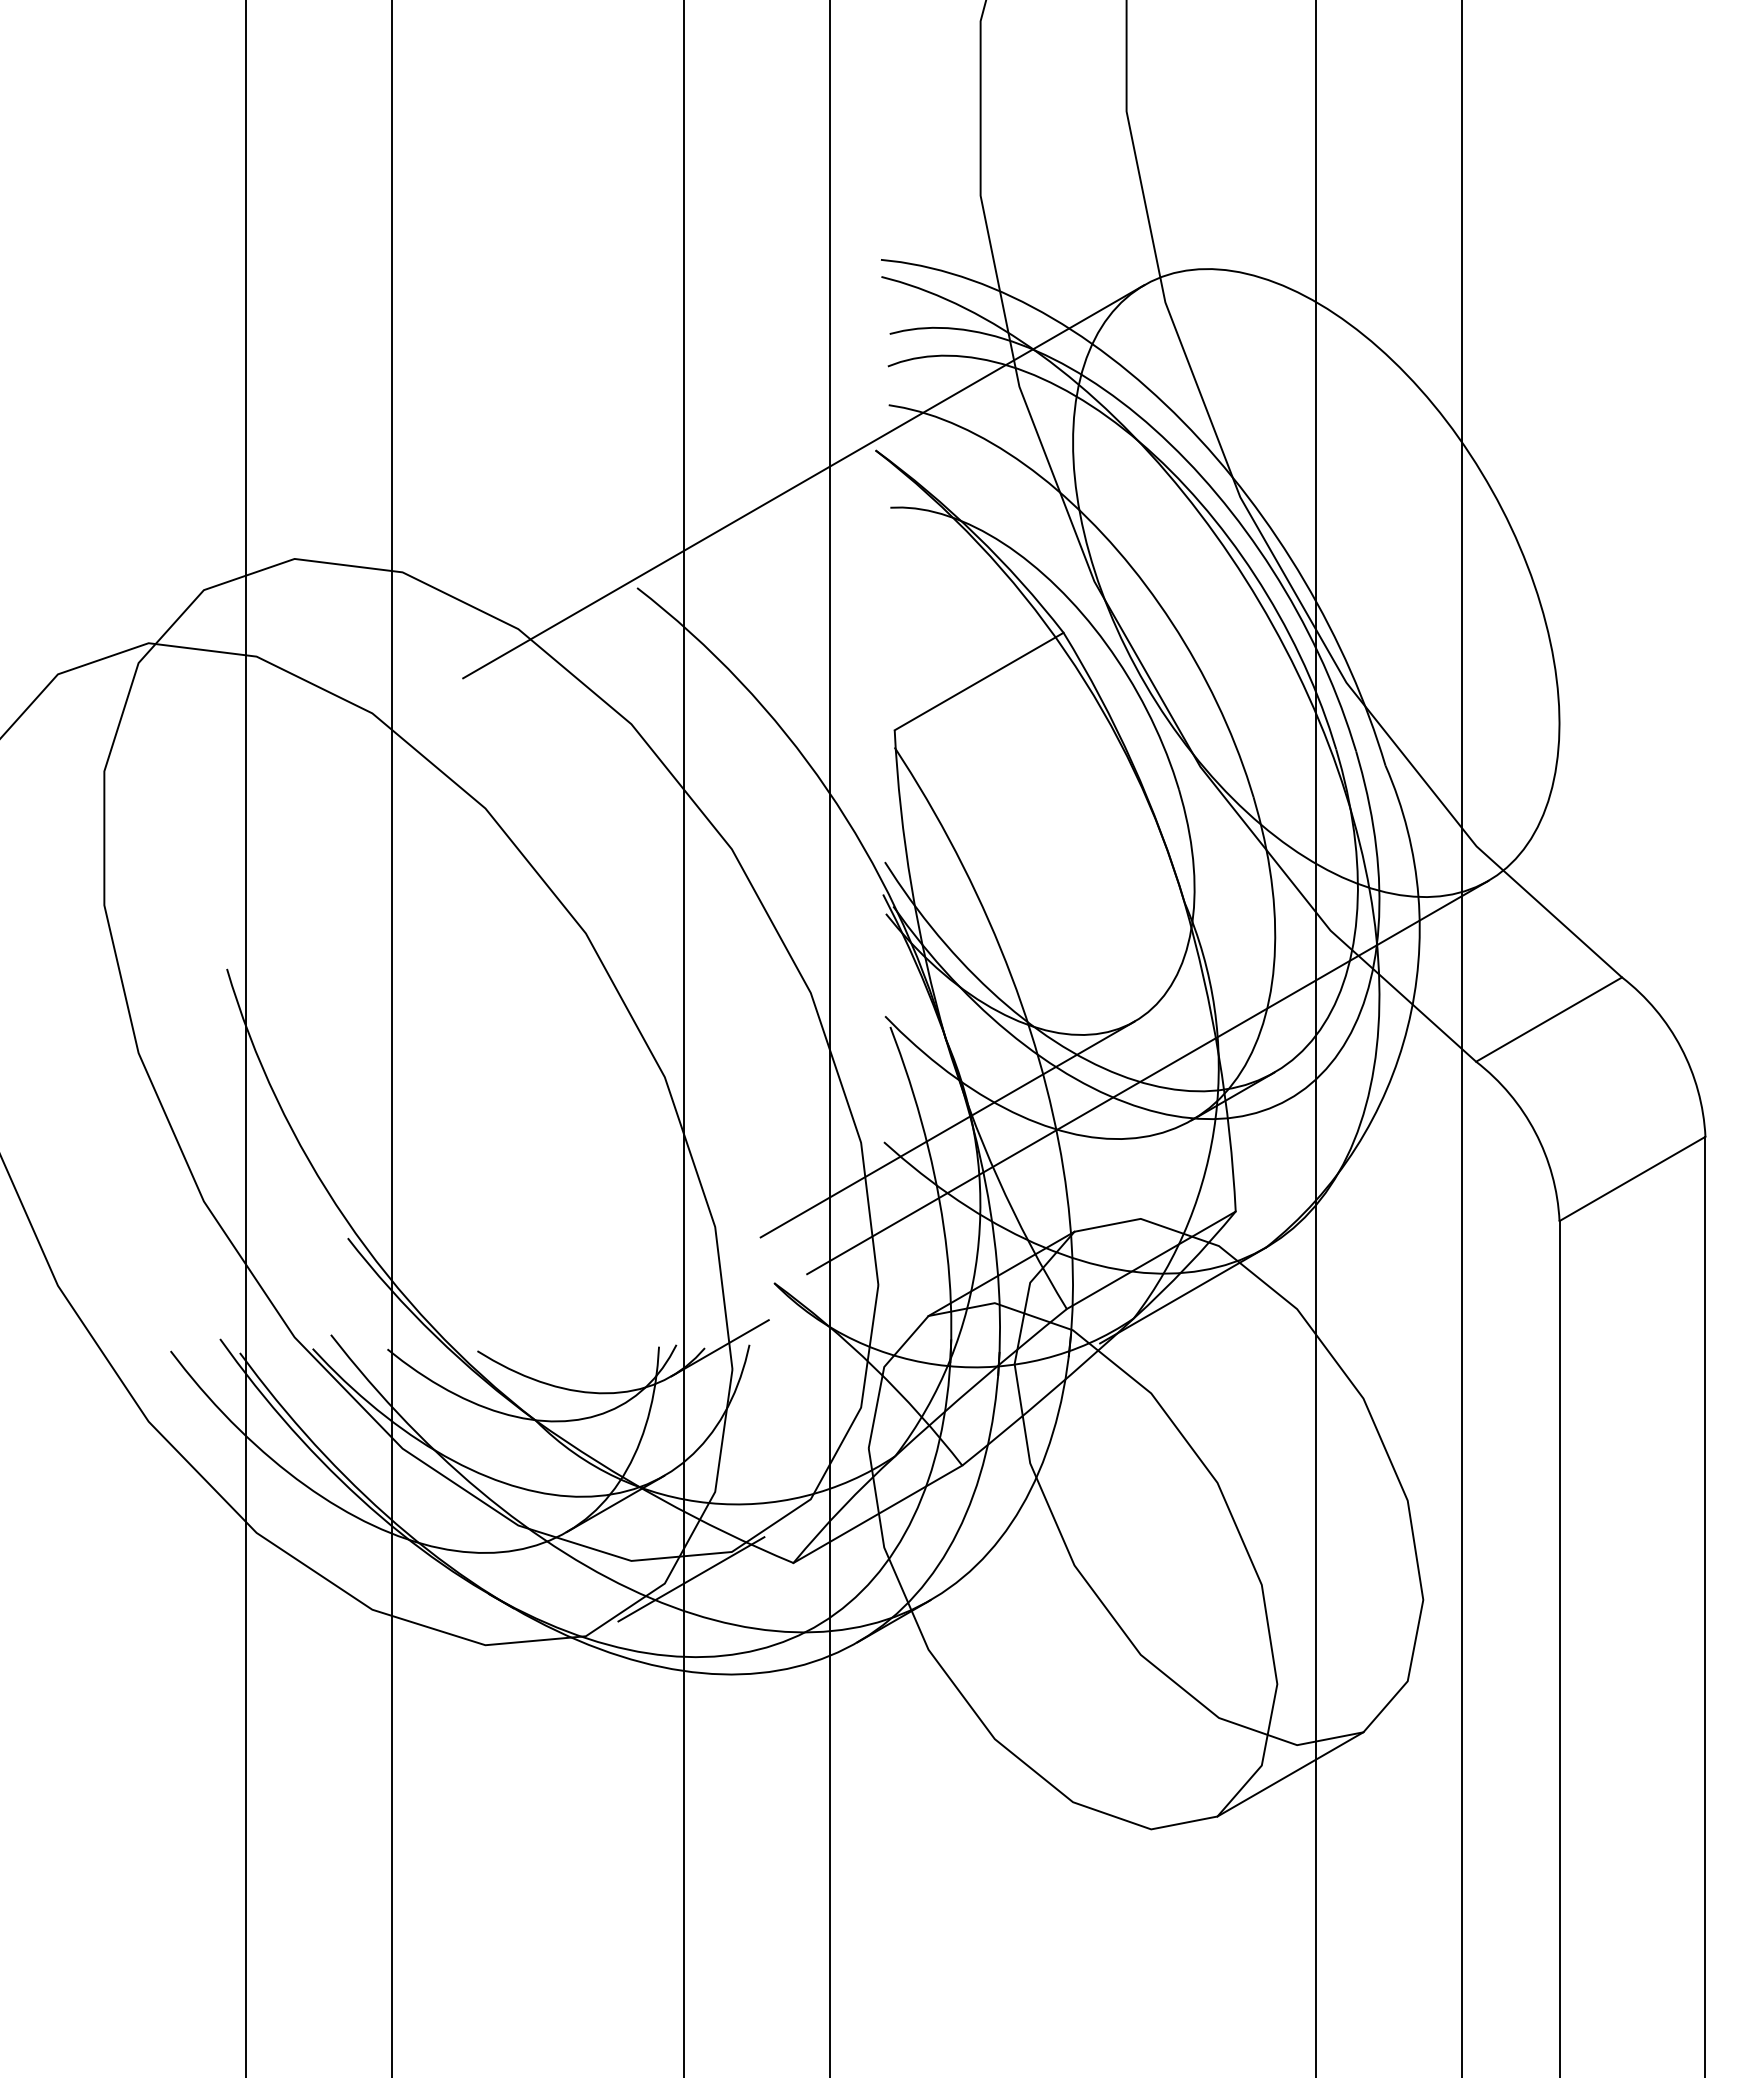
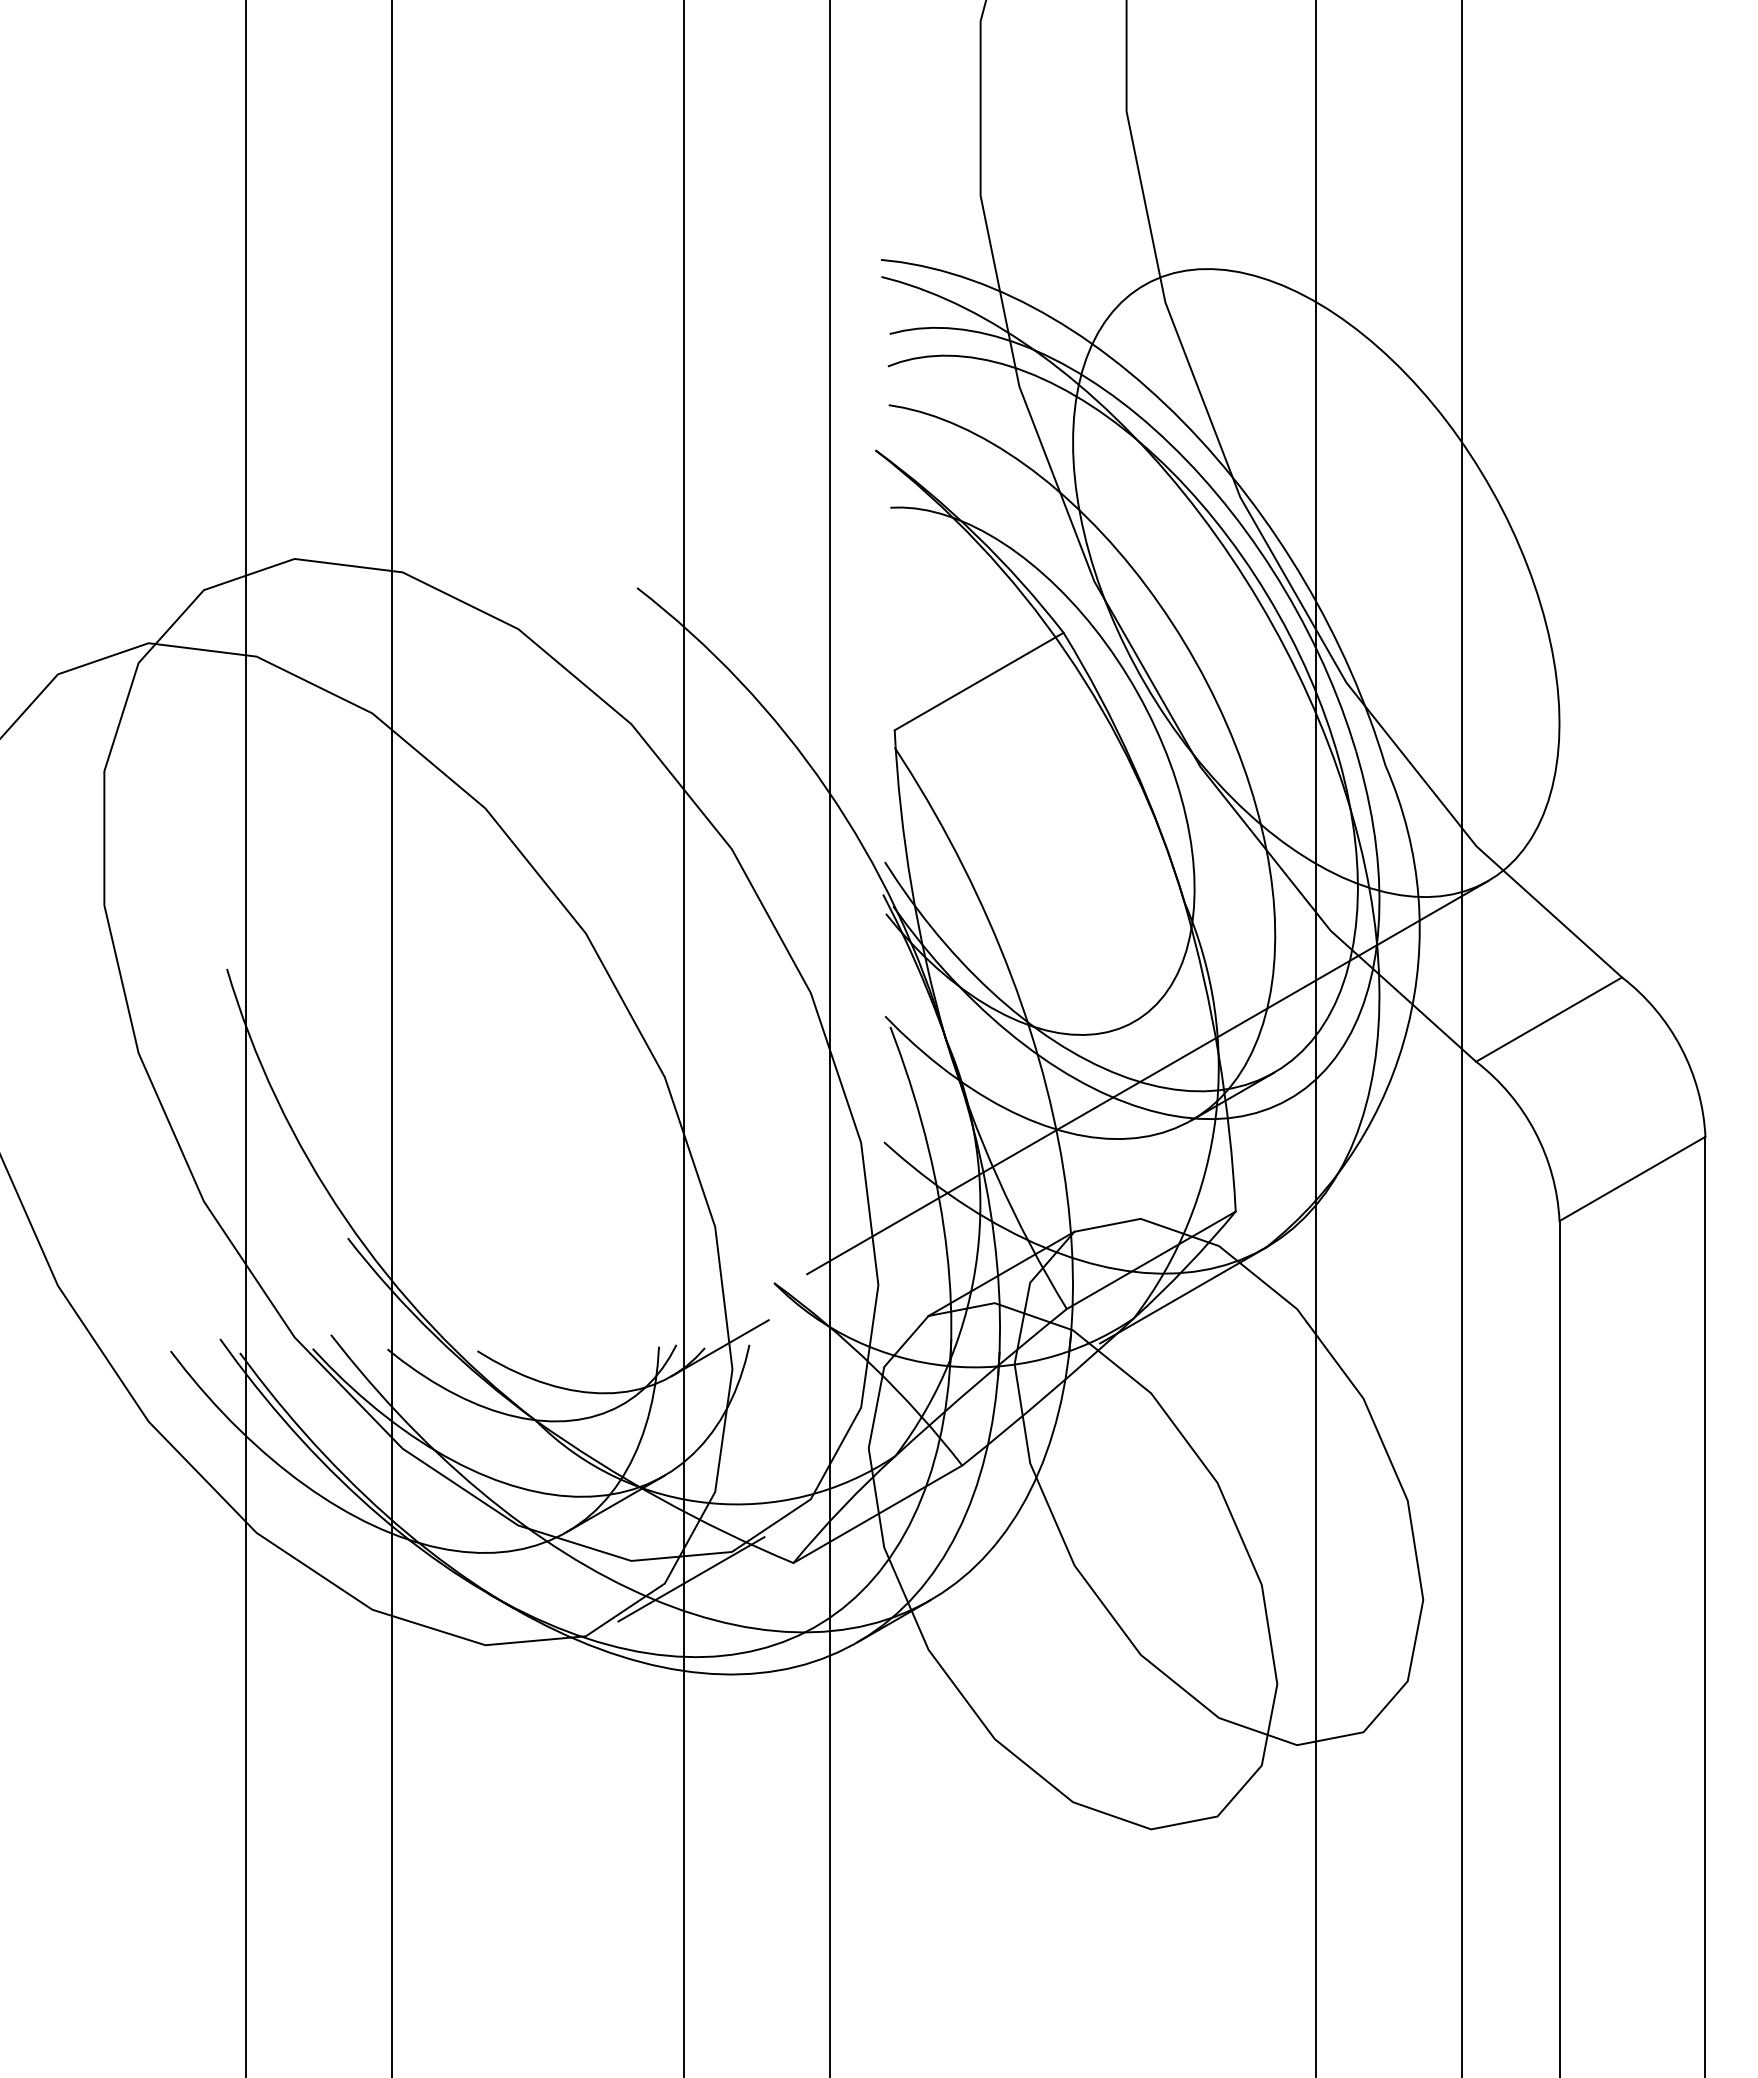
line at (803, 481): present -> none
line at (947, 1129): present -> none
line at (1290, 1774): present -> none
